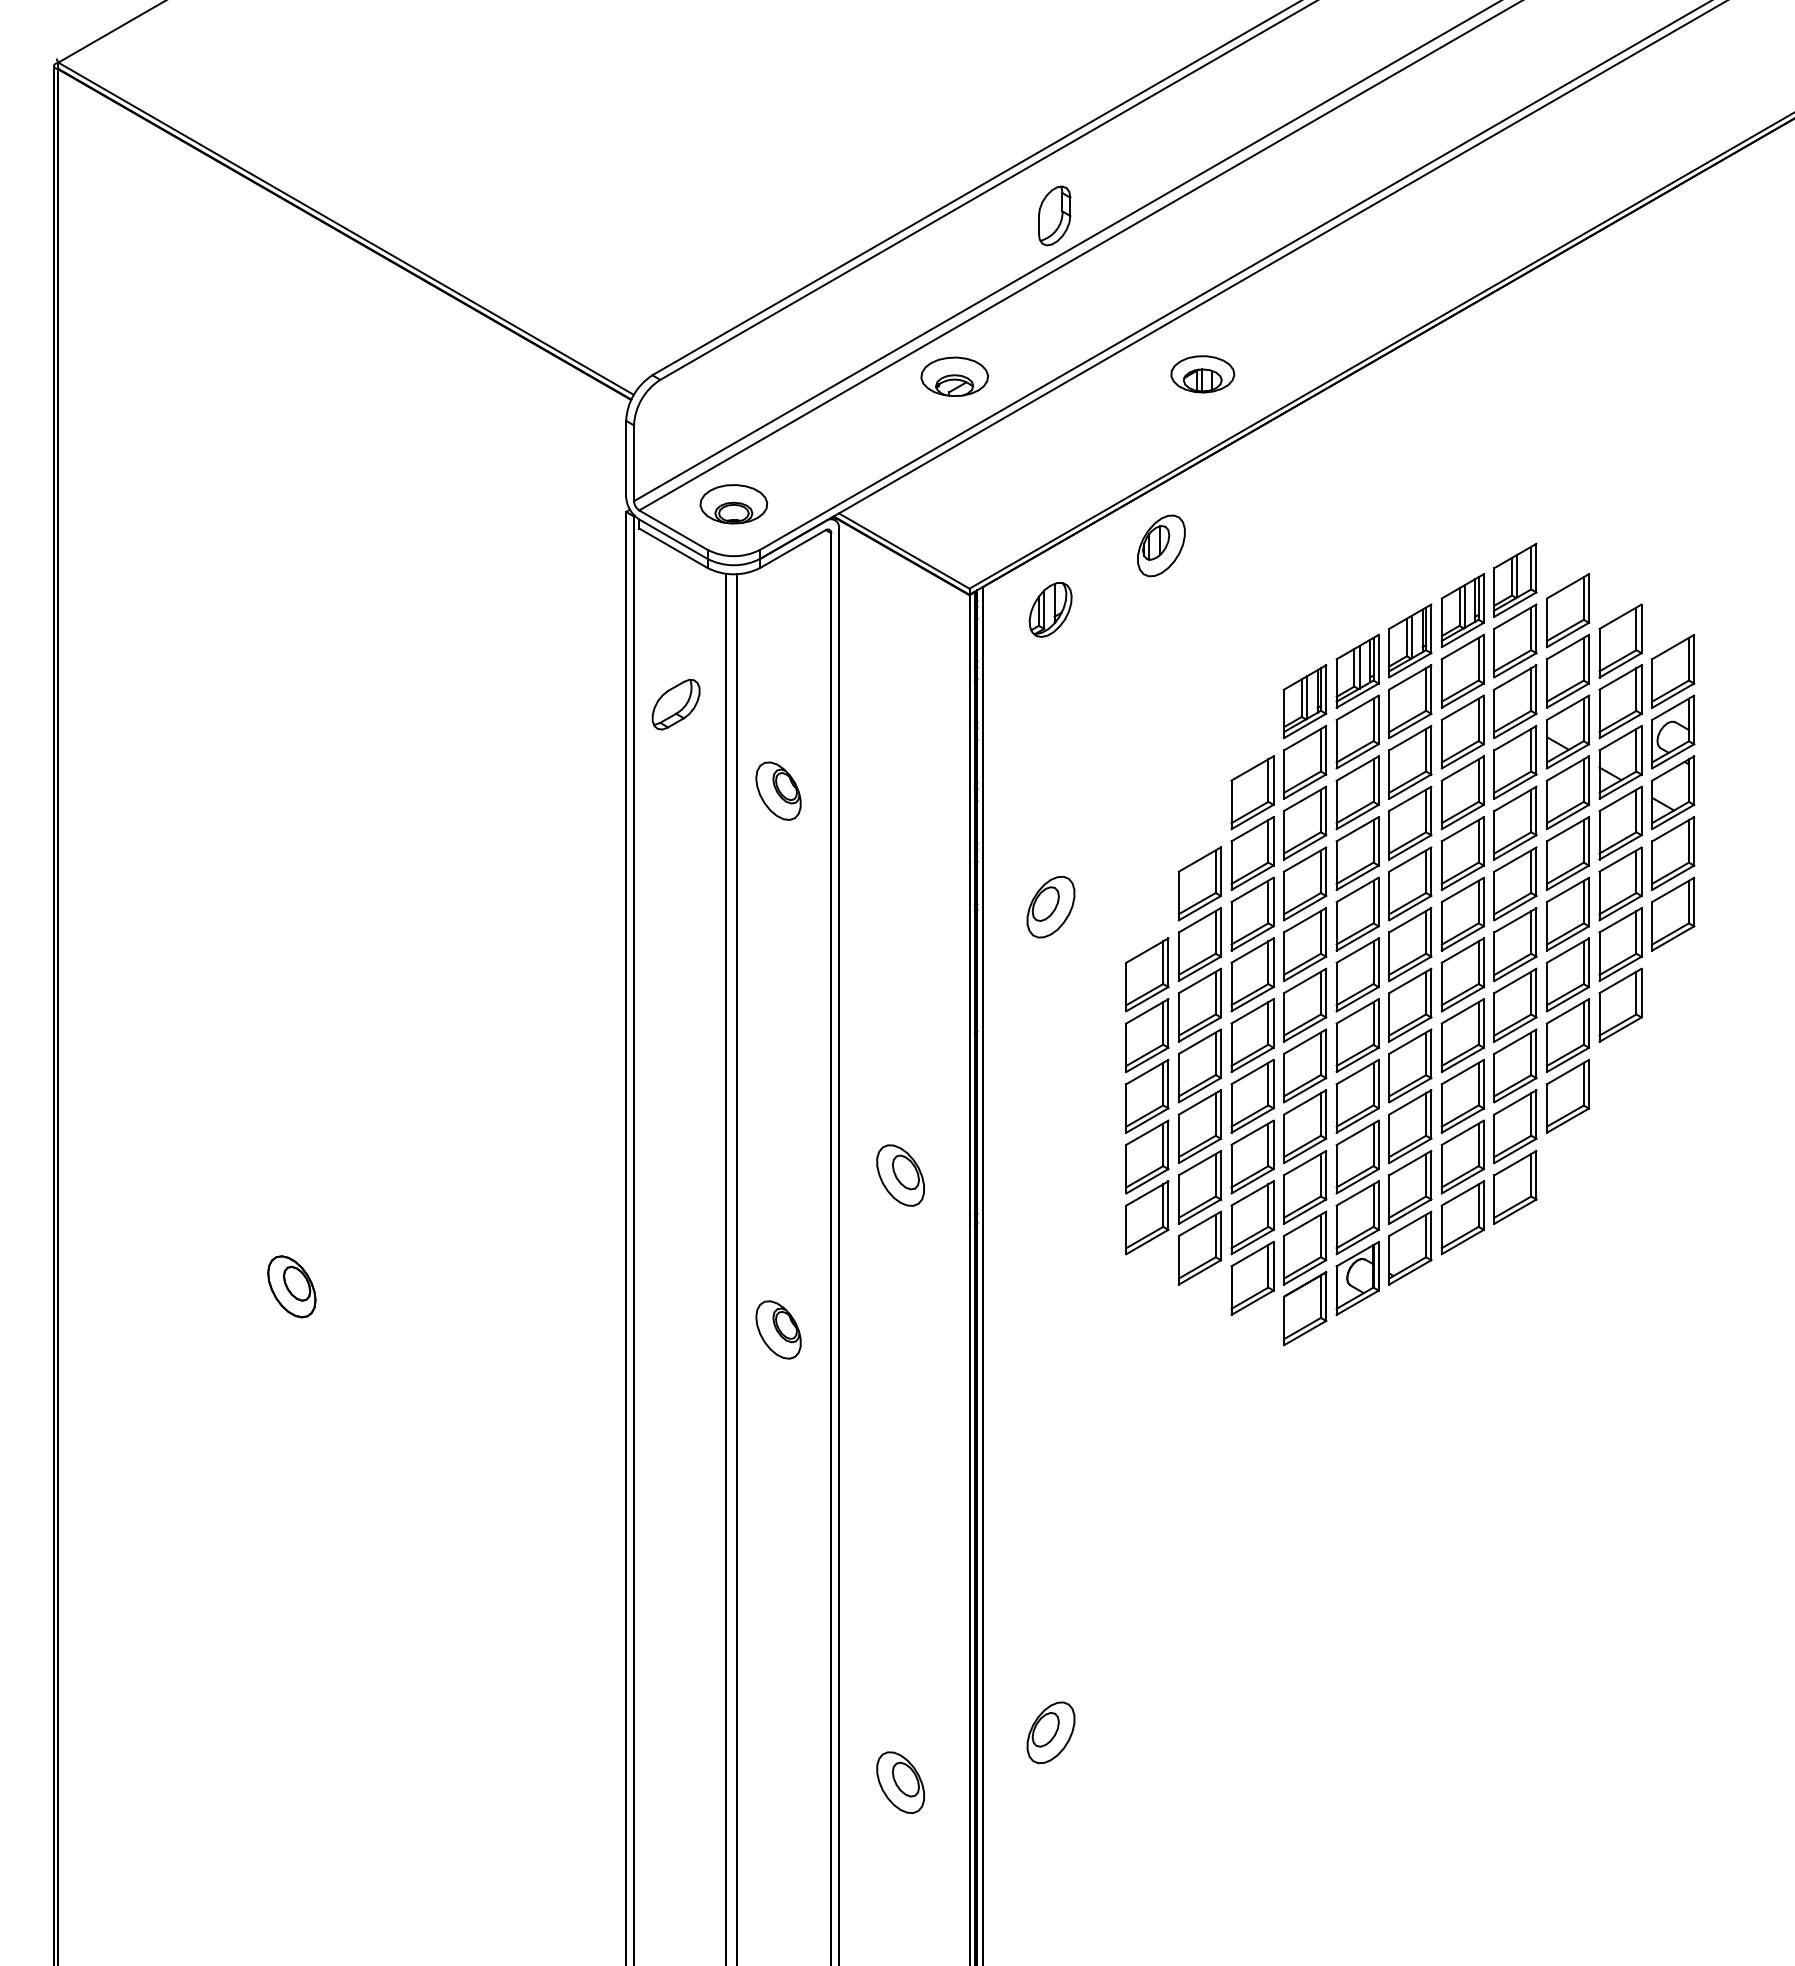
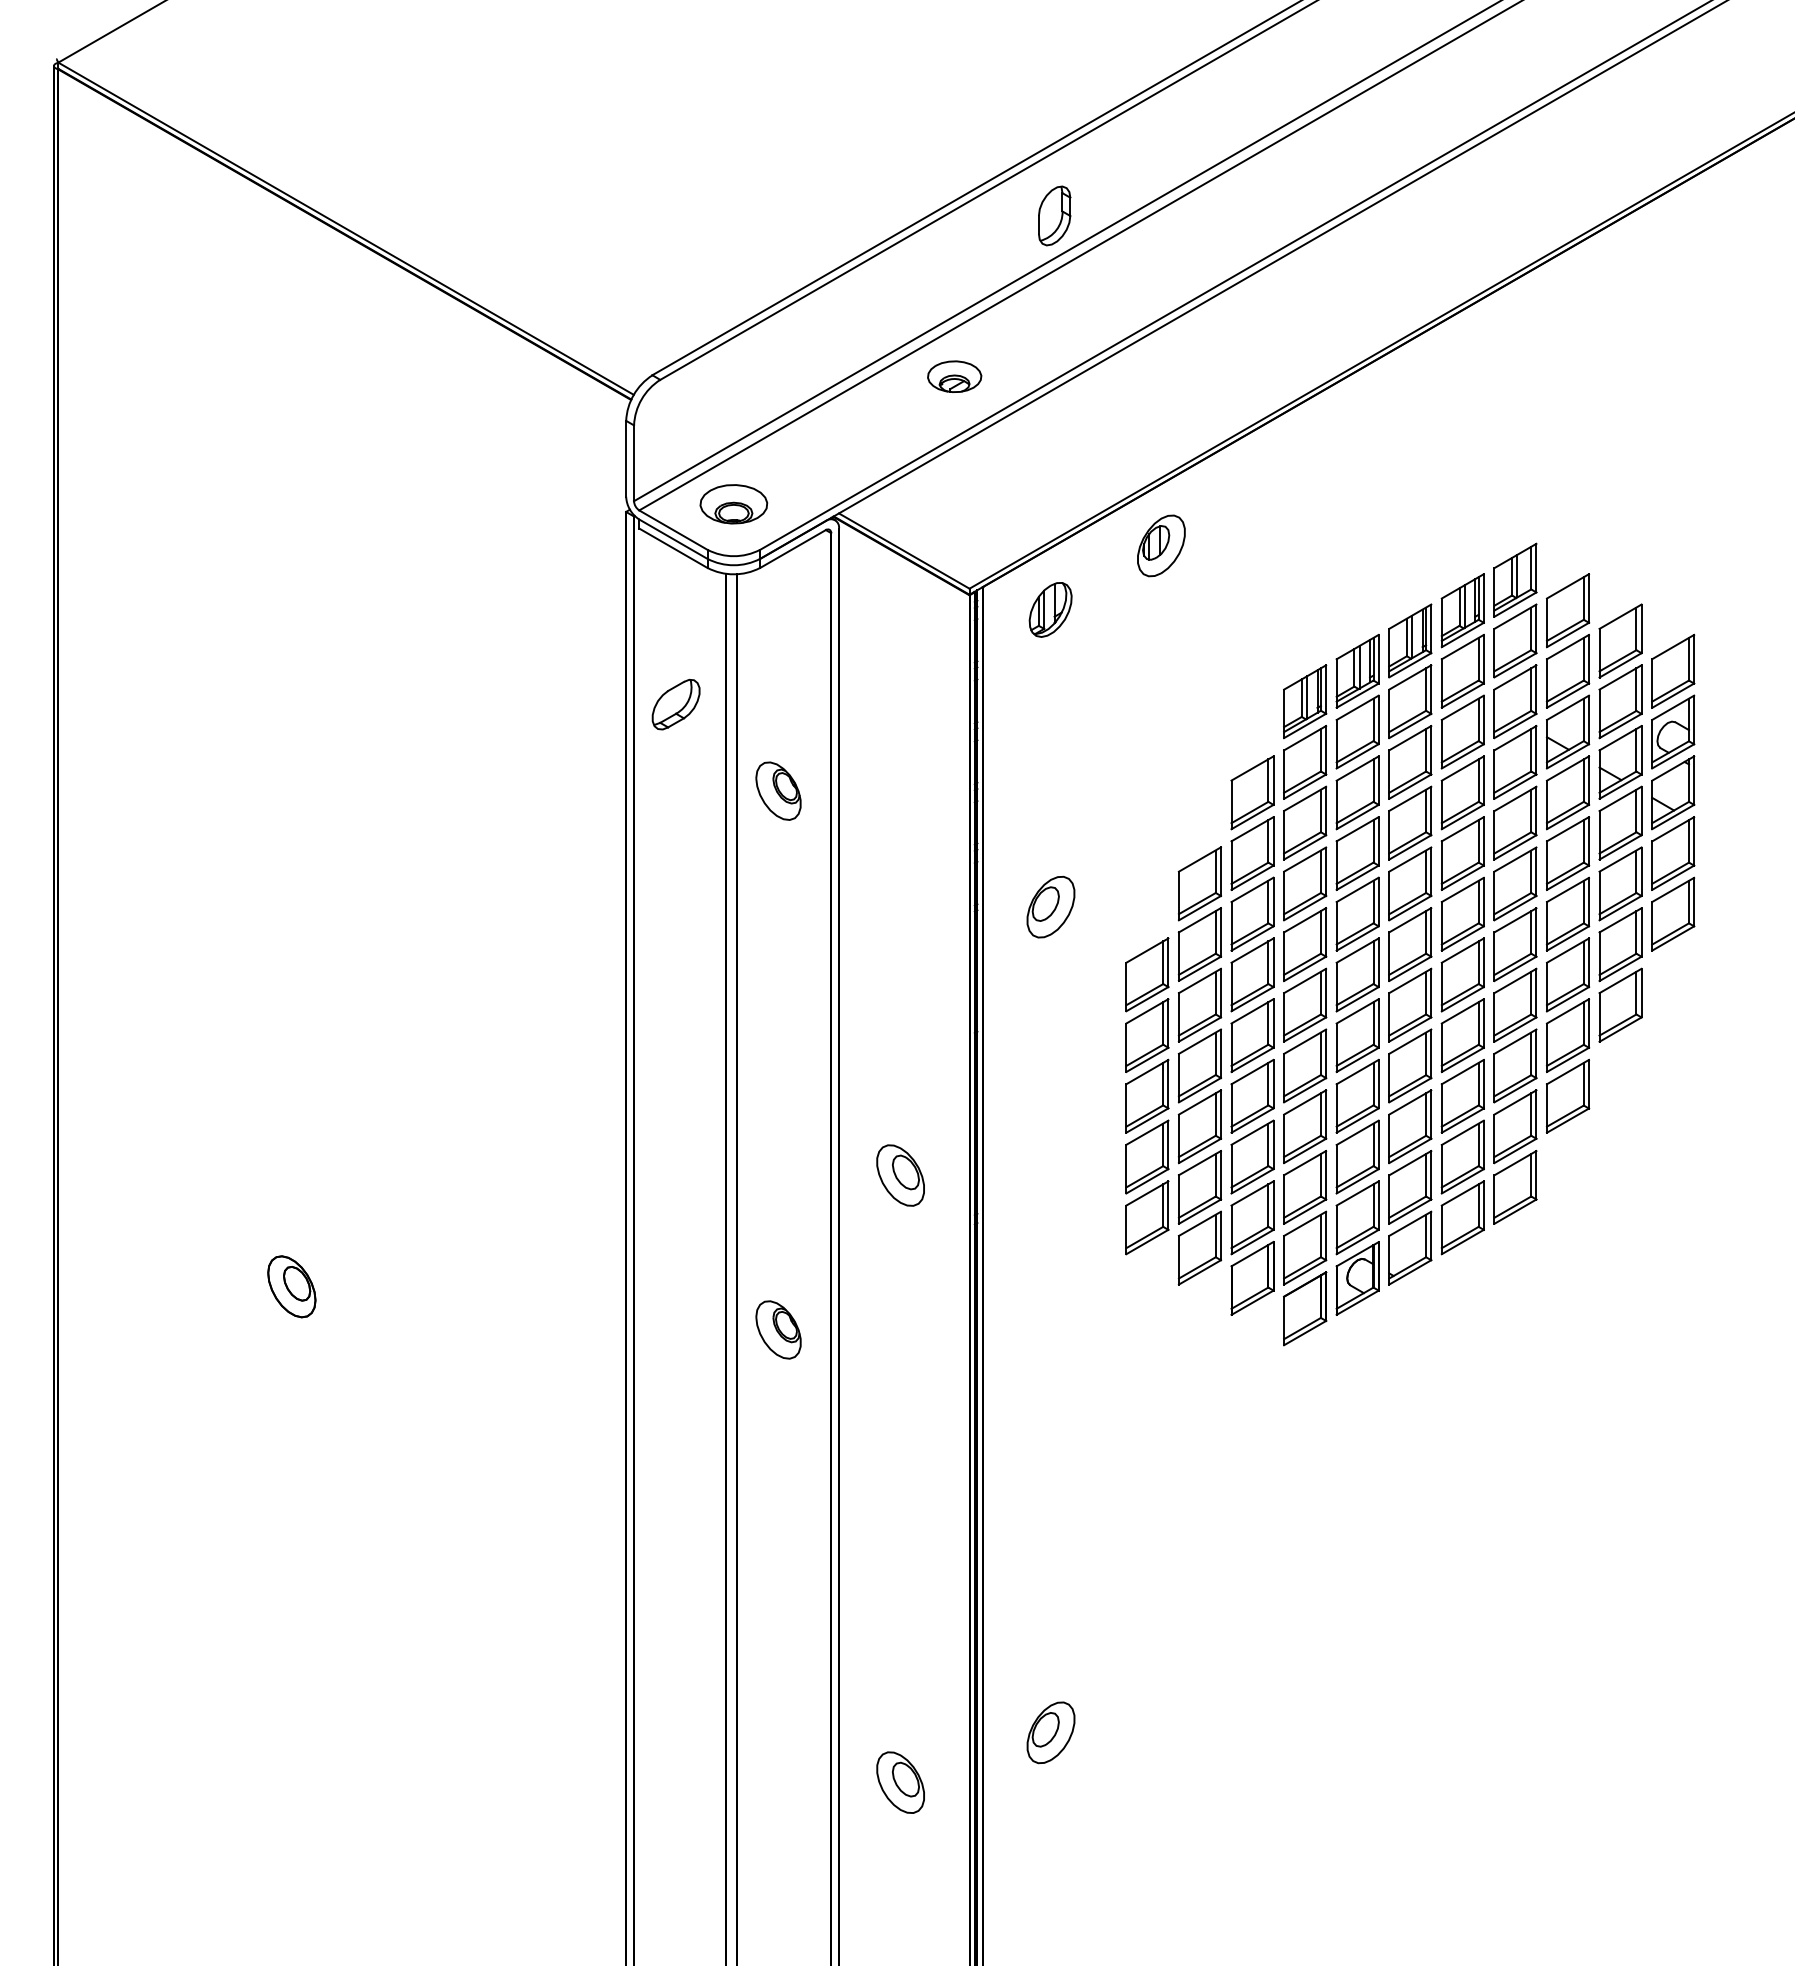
part at (1202, 374): present -> none
part at (954, 376) size: 69x41 px -> 56x33 px
